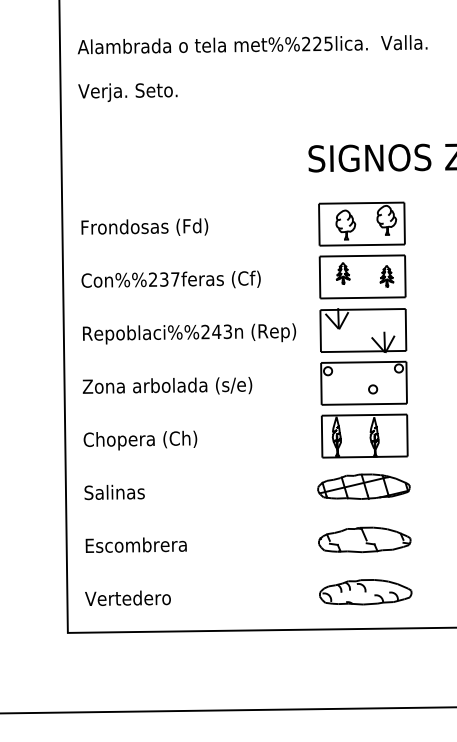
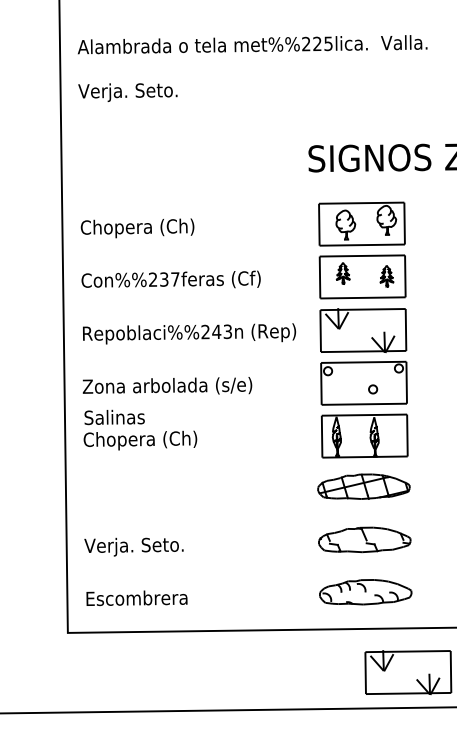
text at (144, 228): Frondosas (Fd) -> Chopera (Ch)
text at (114, 492) position: (114, 492) -> (114, 417)
text at (135, 546): Escombrera -> Verja. Seto.
text at (136, 598): Vertedero -> Escombrera
part at (408, 672): none -> present
